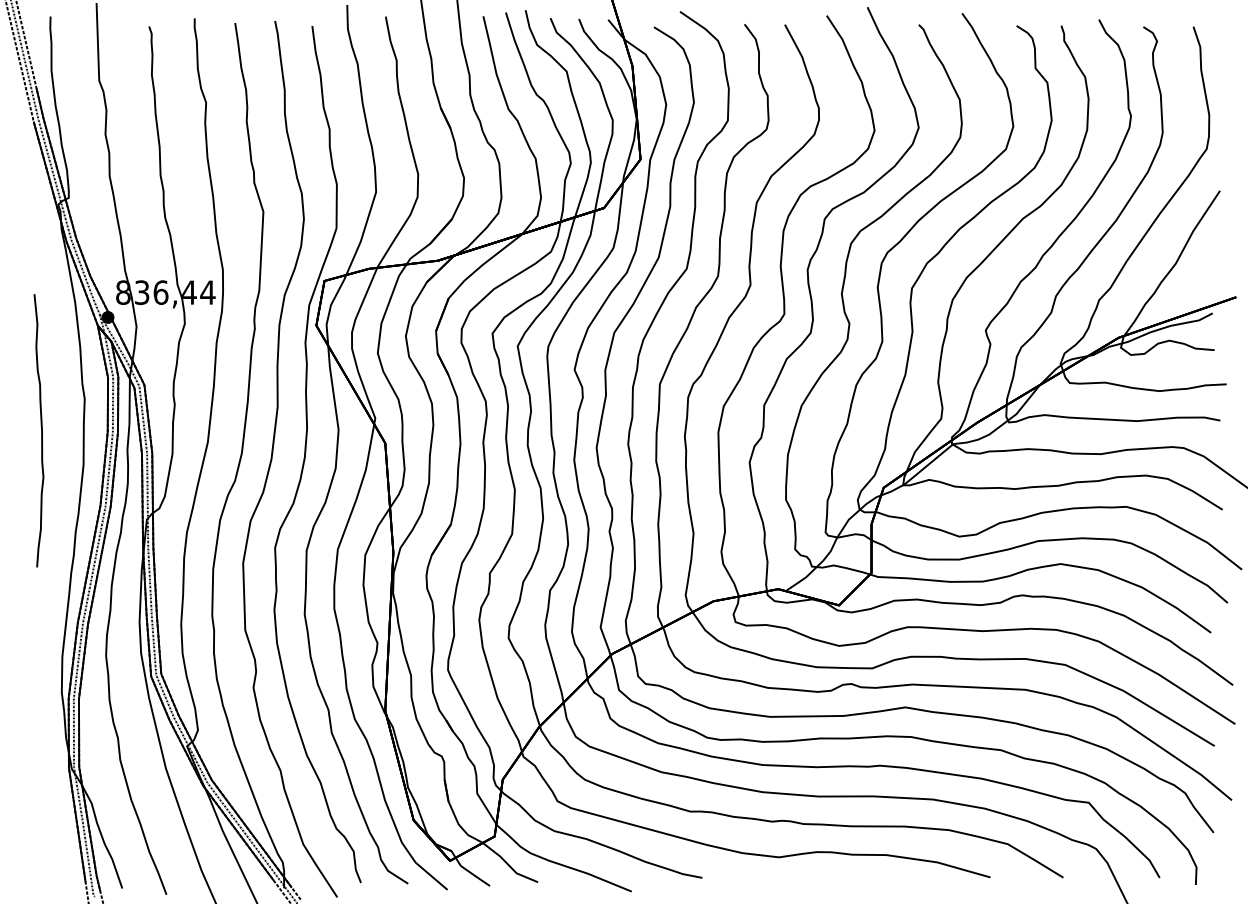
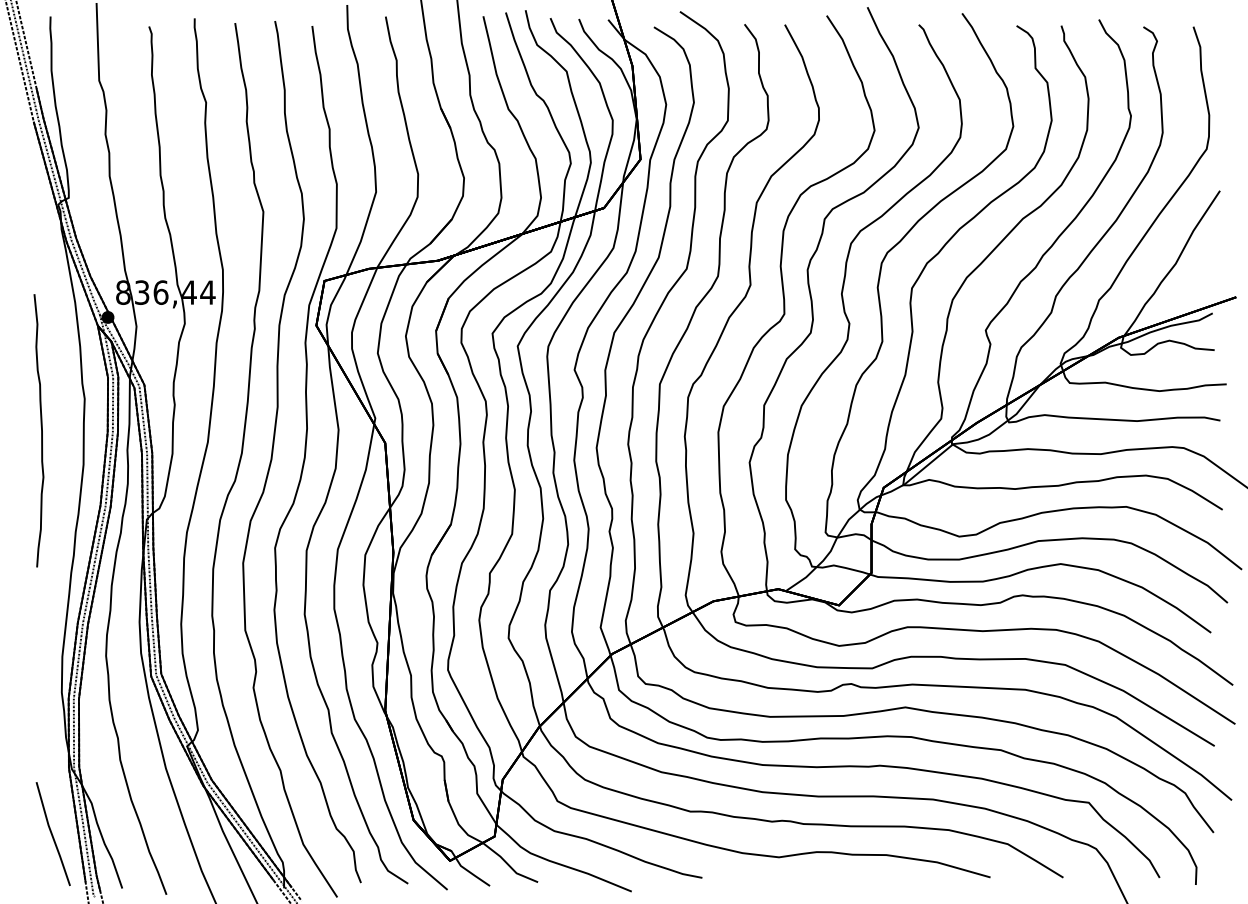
line at (52, 833): none -> present
